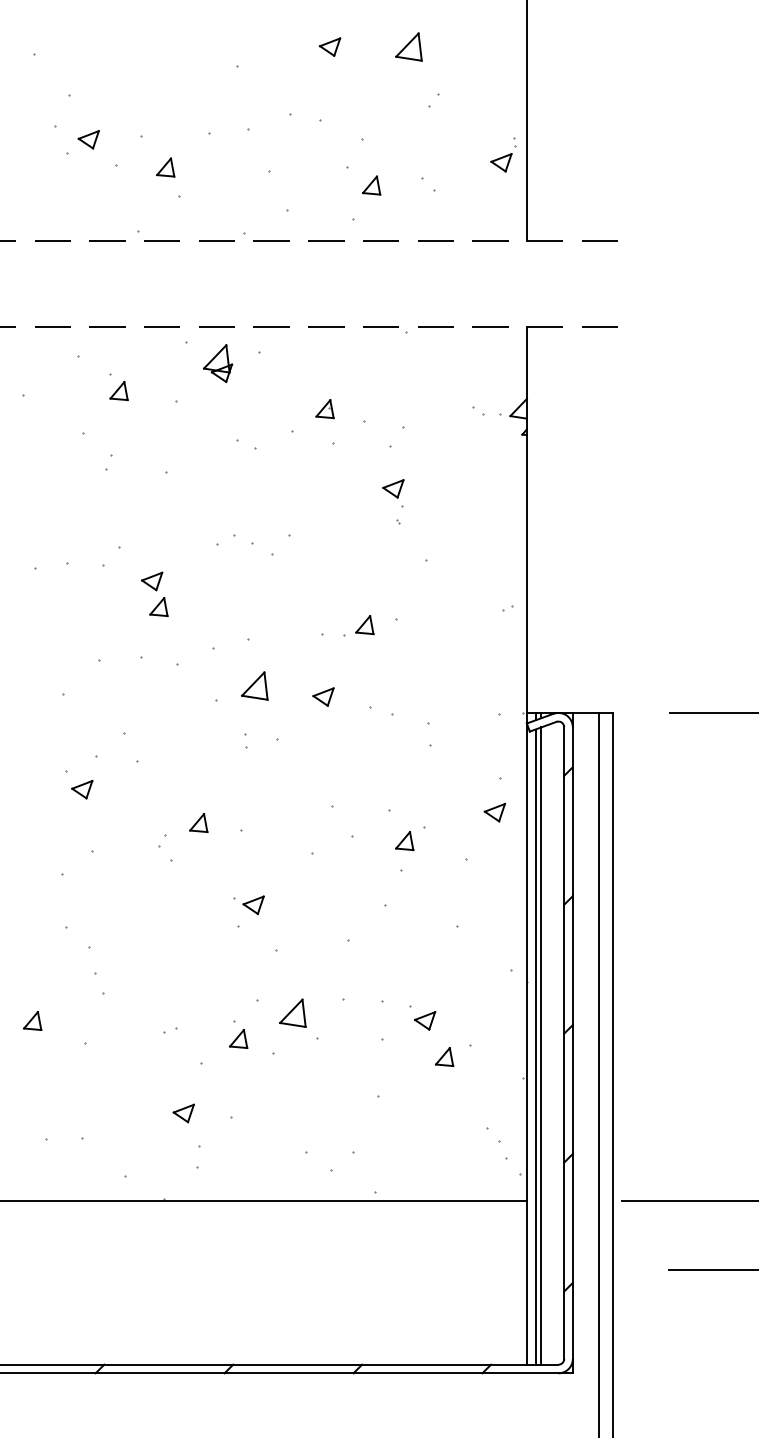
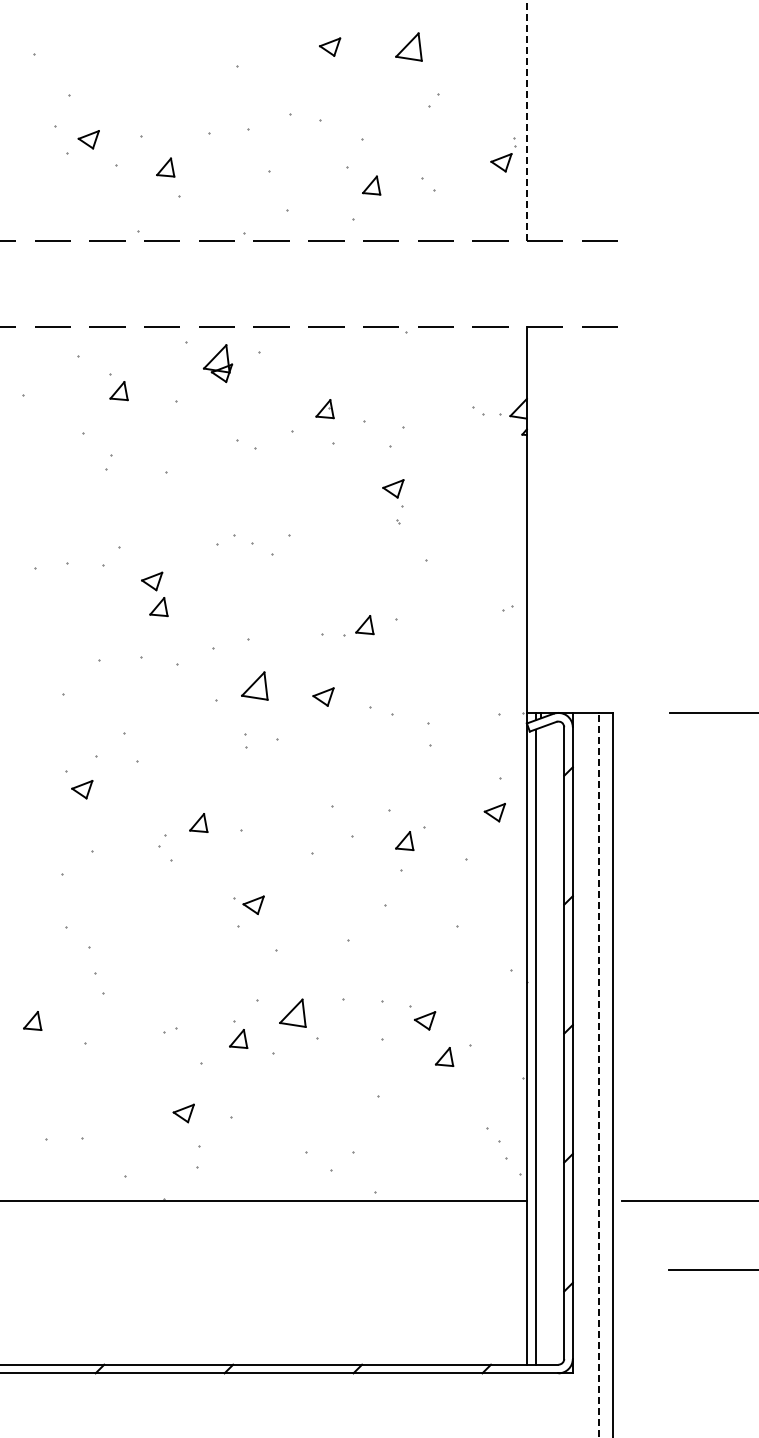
line at (526, 119): solid -> dashed
line at (541, 1045): present -> none
line at (598, 1074): solid -> dashed
